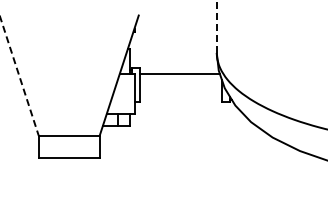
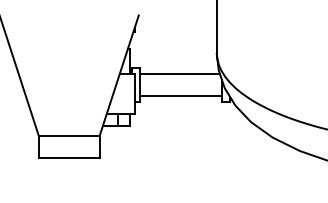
line at (216, 26): dashed -> solid
line at (19, 76): dashed -> solid
line at (180, 96): none -> present
